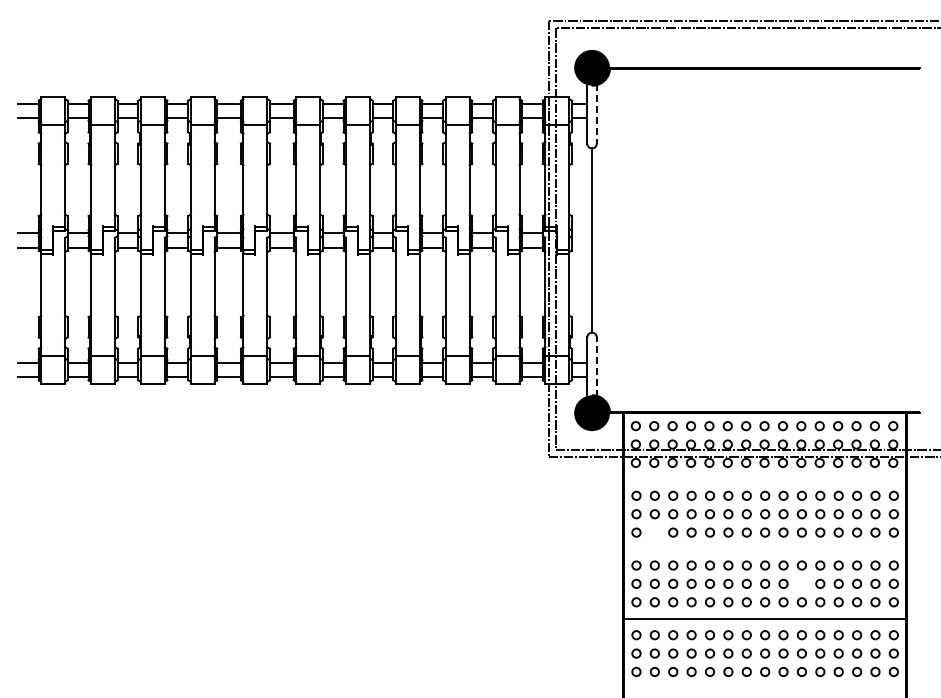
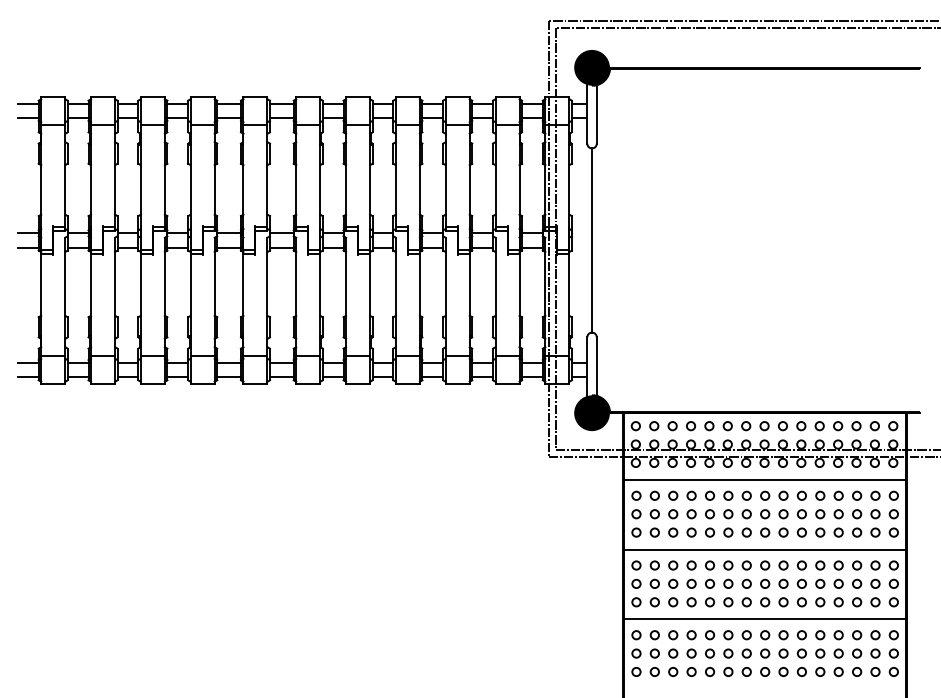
line at (596, 113): dashed -> solid
line at (596, 367): dashed -> solid
line at (764, 479): none -> present
circle at (654, 532): none -> present
line at (764, 549): none -> present
circle at (801, 583): none -> present
